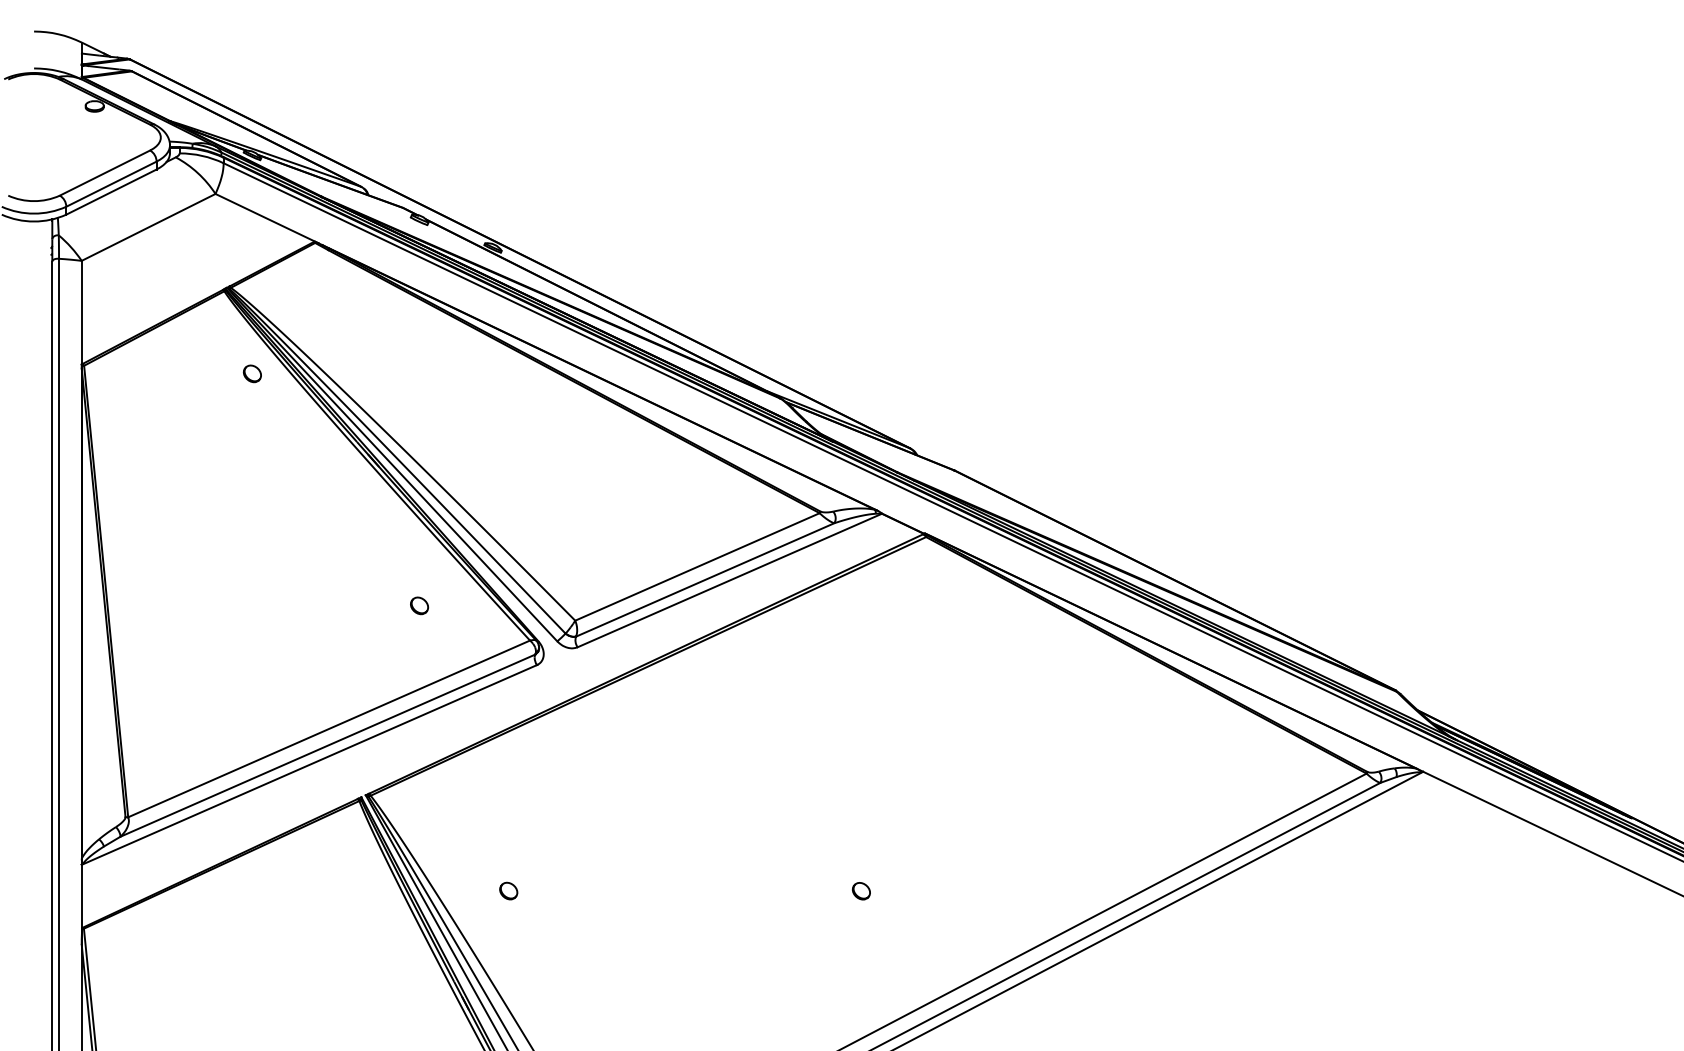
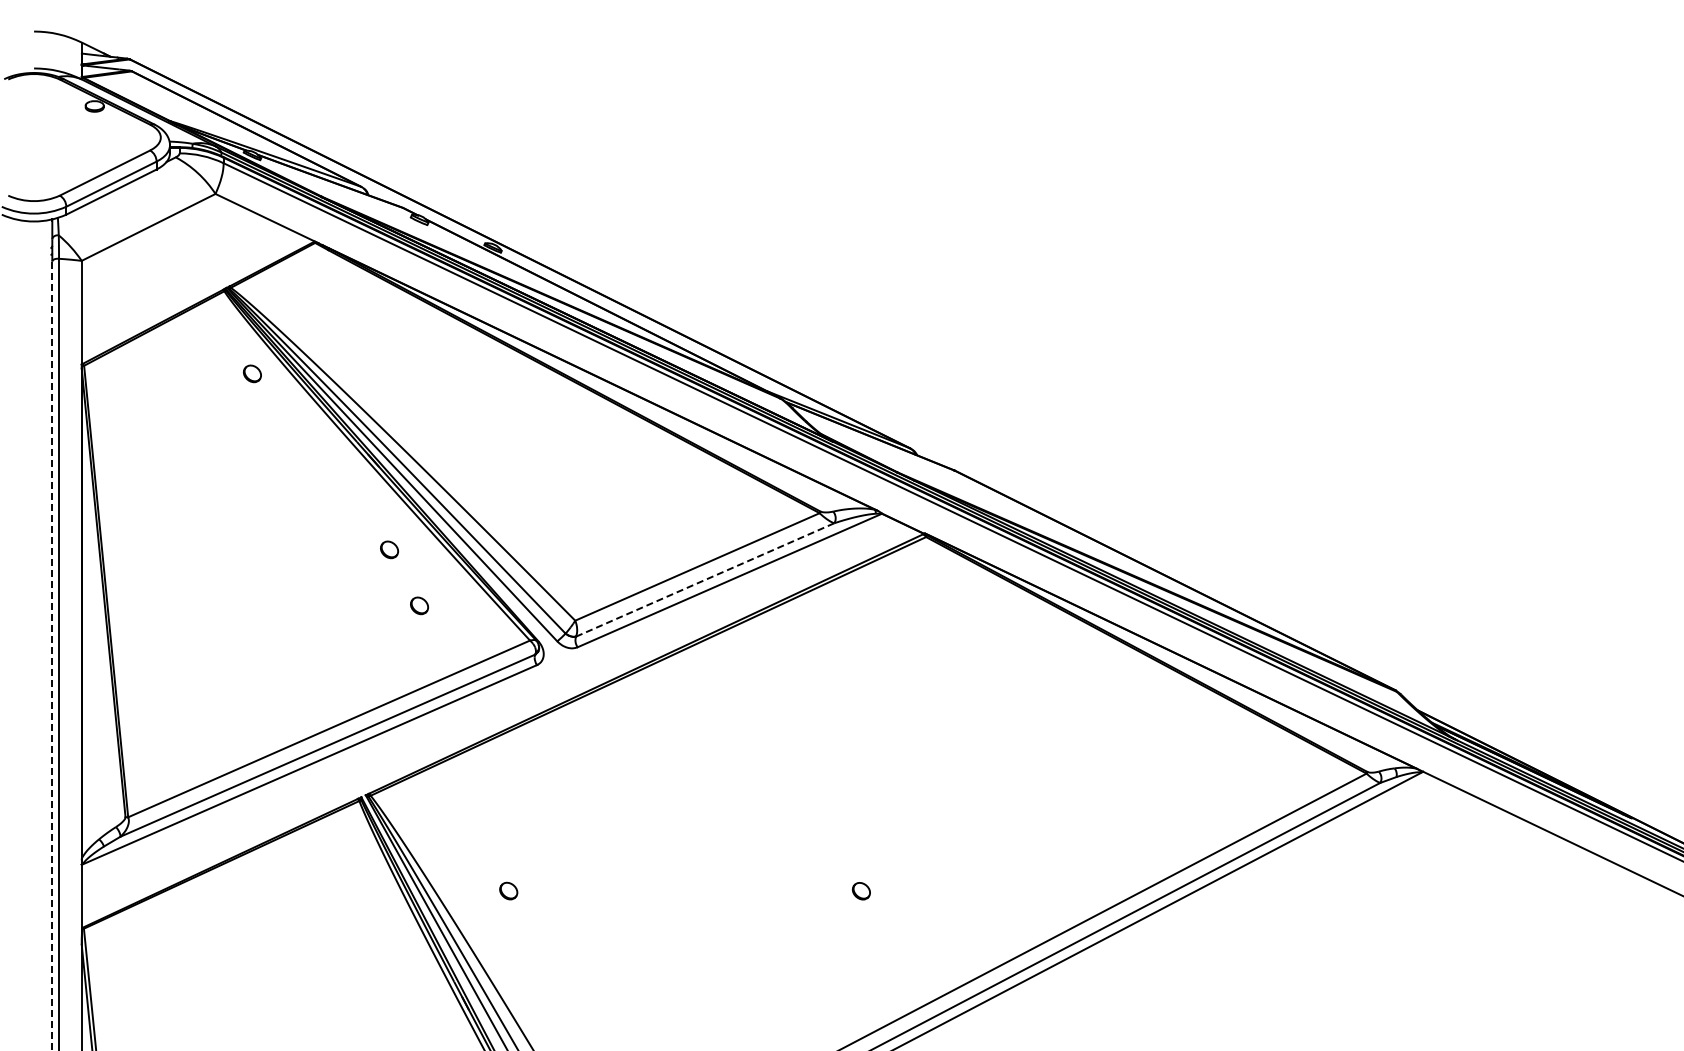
part at (389, 549): none -> present
line at (705, 579): solid -> dashed
line at (52, 656): solid -> dashed
